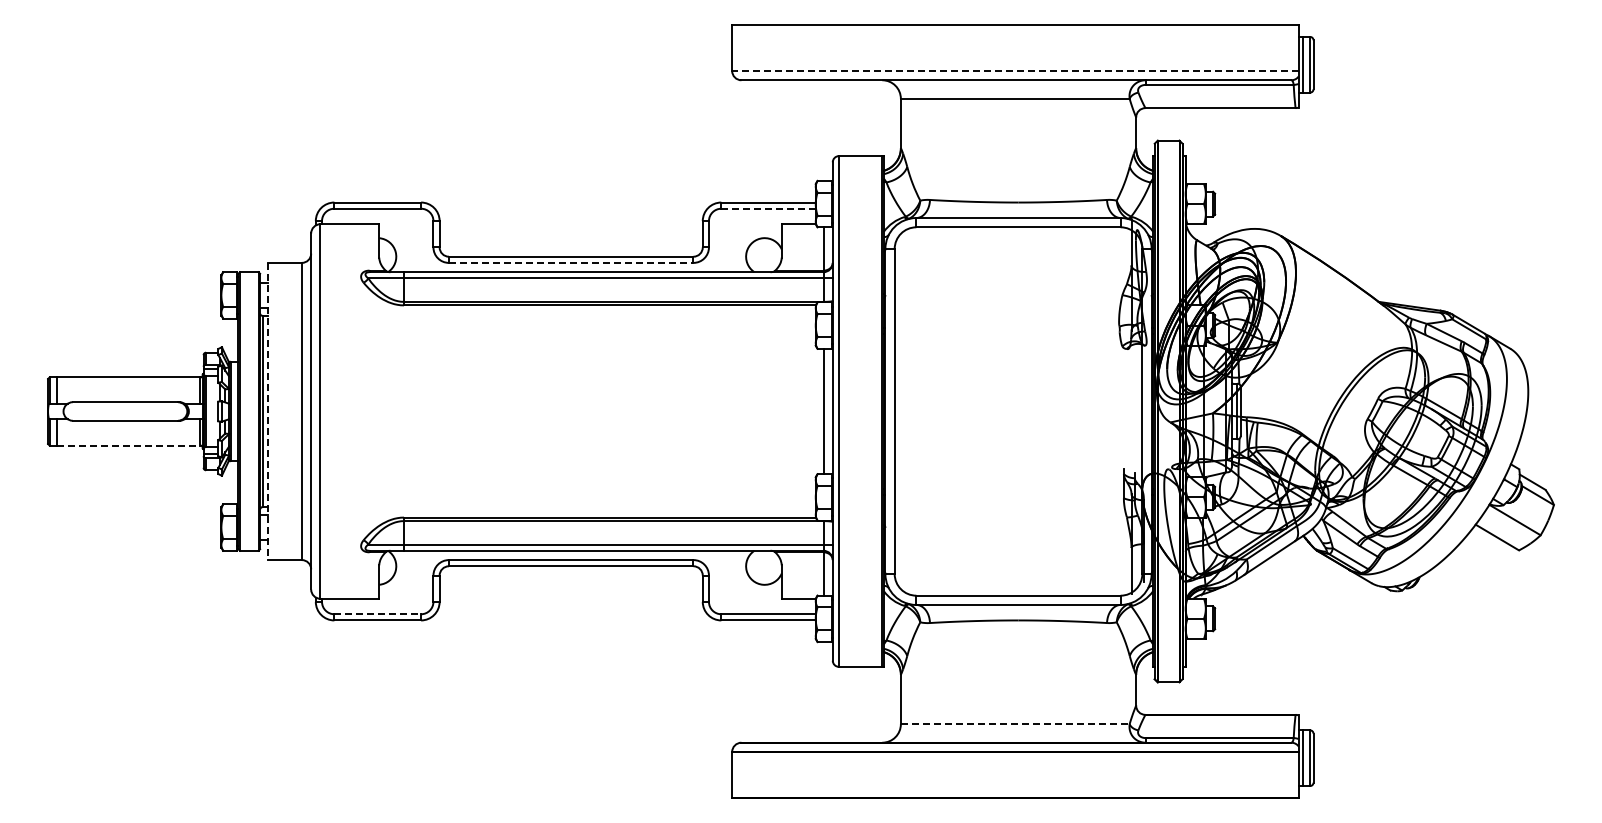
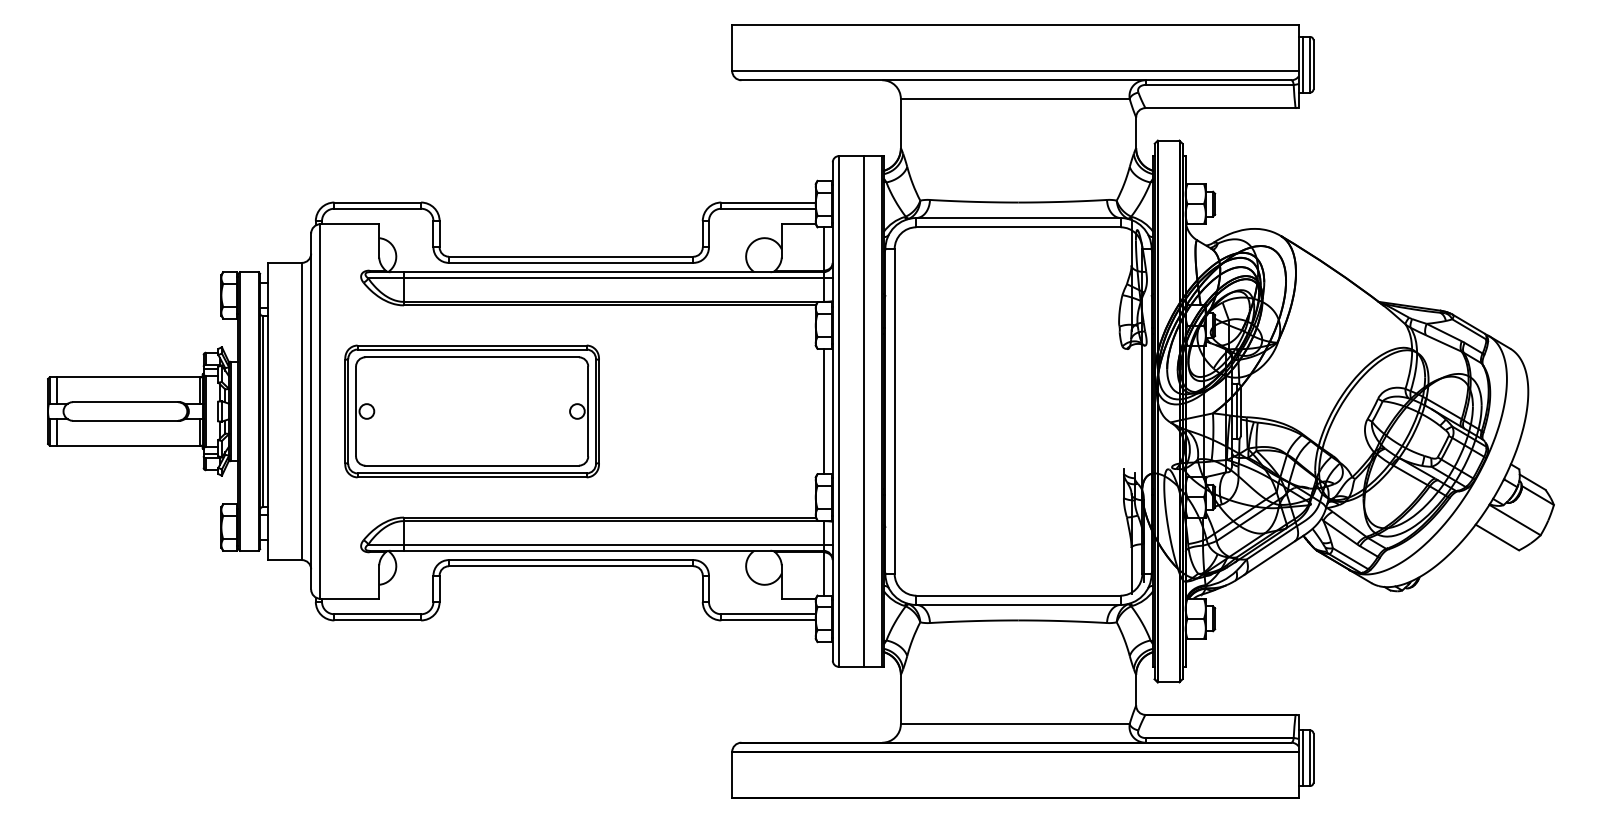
line at (1014, 70): dashed -> solid
line at (768, 208): dashed -> solid
line at (571, 262): dashed -> solid
line at (267, 411): dashed -> solid
part at (471, 411): none -> present
line at (863, 411): none -> present
line at (128, 445): dashed -> solid
line at (378, 614): dashed -> solid
line at (1015, 724): dashed -> solid
